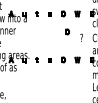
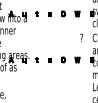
part at (67, 31): present -> none
